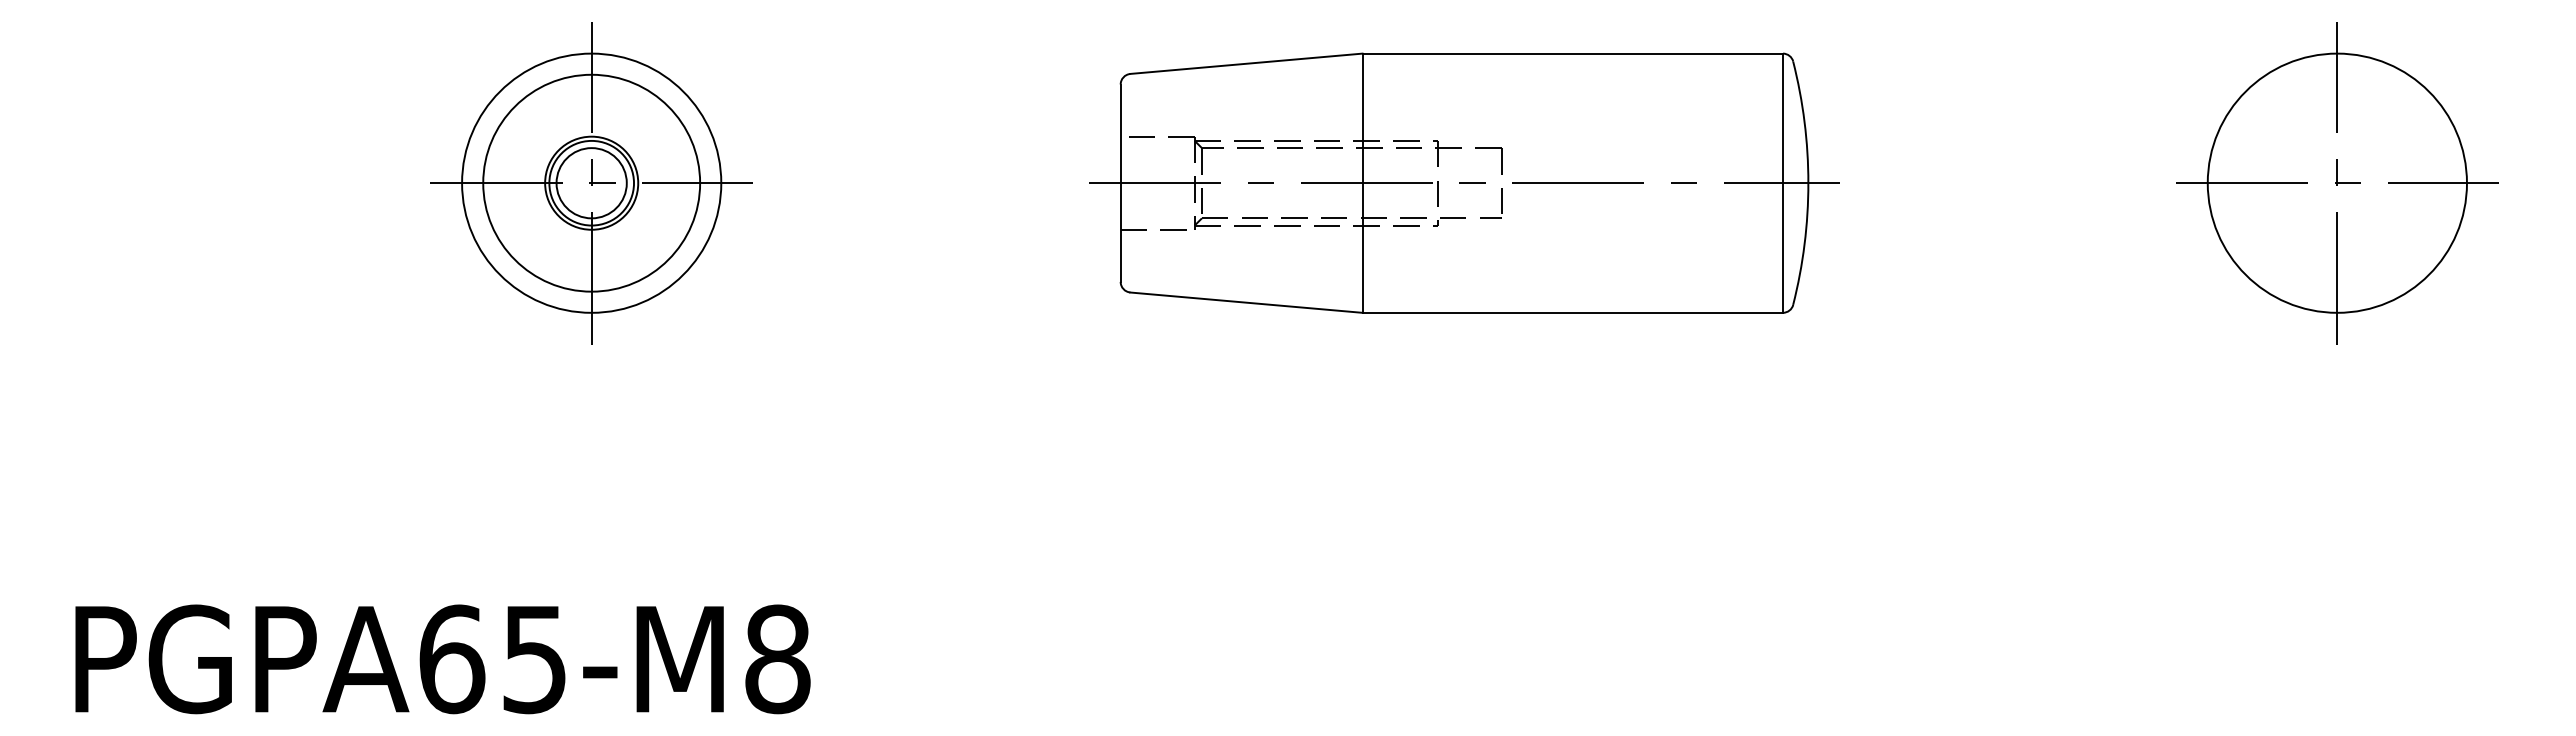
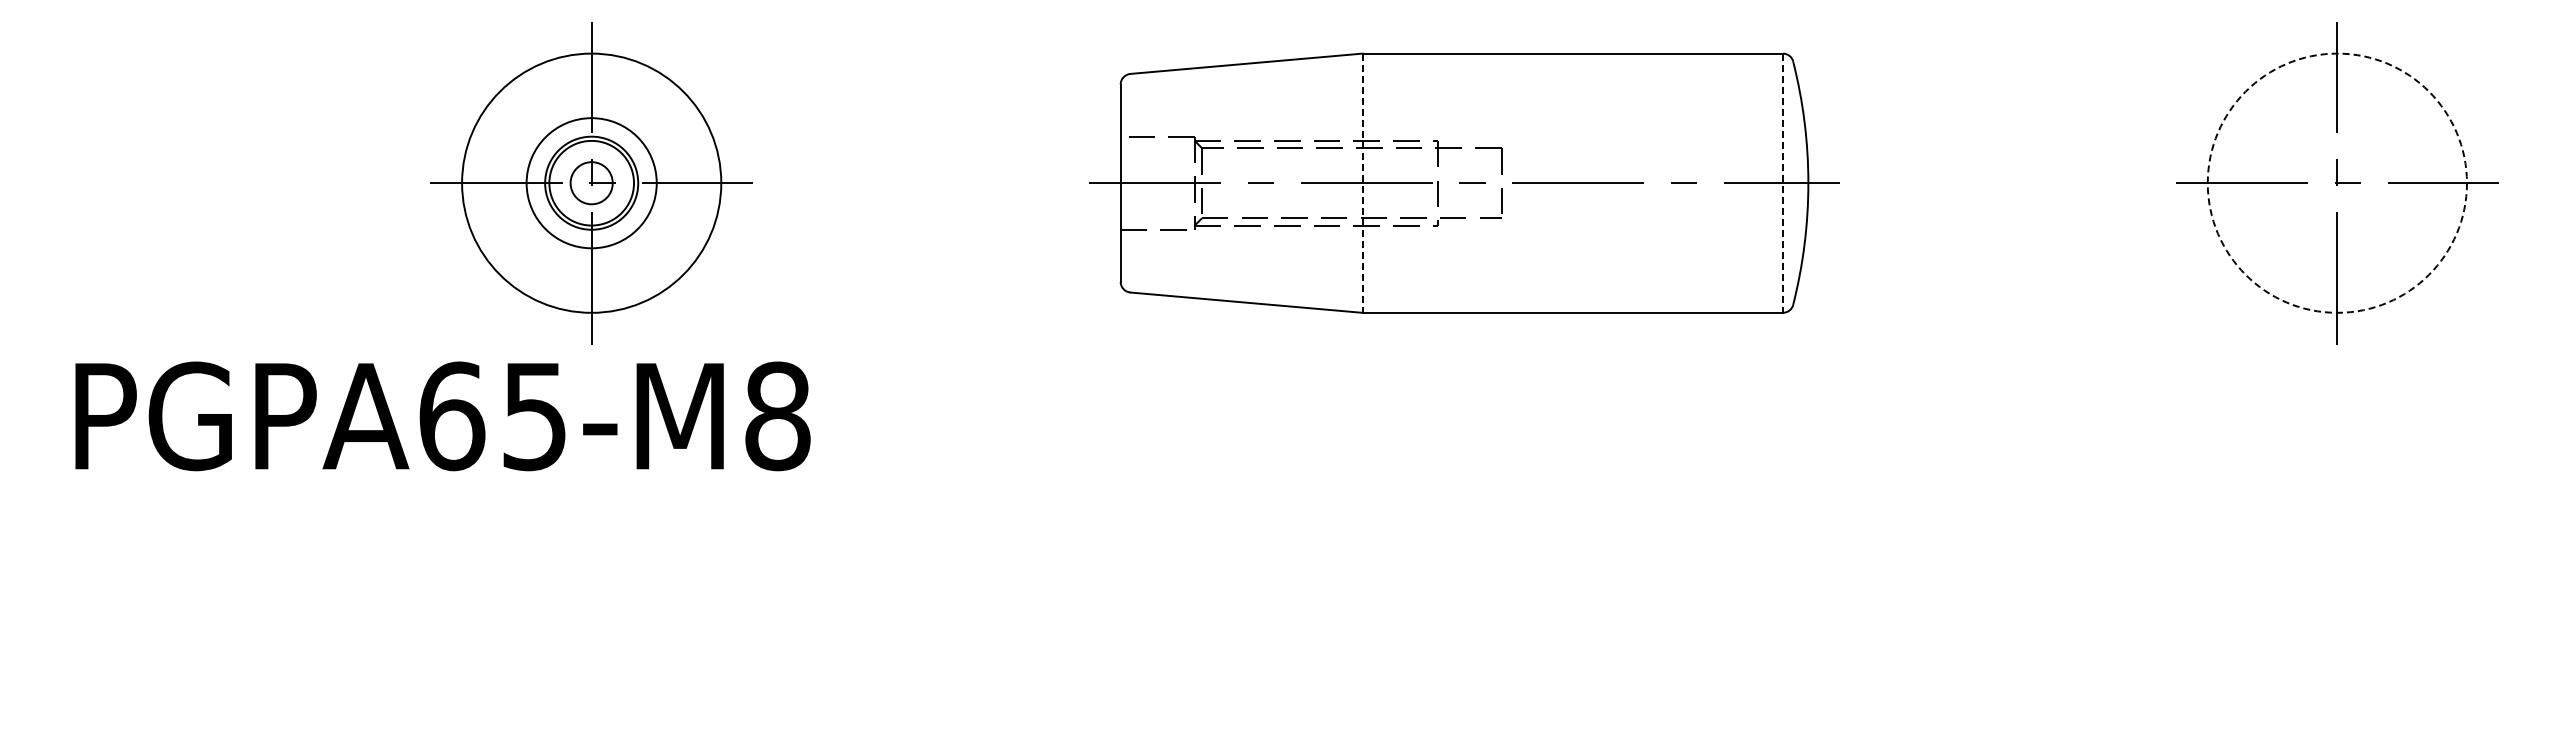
circle at (591, 182) diameter: 217 px -> 130 px
circle at (2336, 182): solid -> dashed
circle at (591, 183) diameter: 70 px -> 42 px
line at (1362, 183): solid -> dashed
line at (1782, 183): solid -> dashed
text at (442, 659) position: (442, 659) -> (442, 416)
